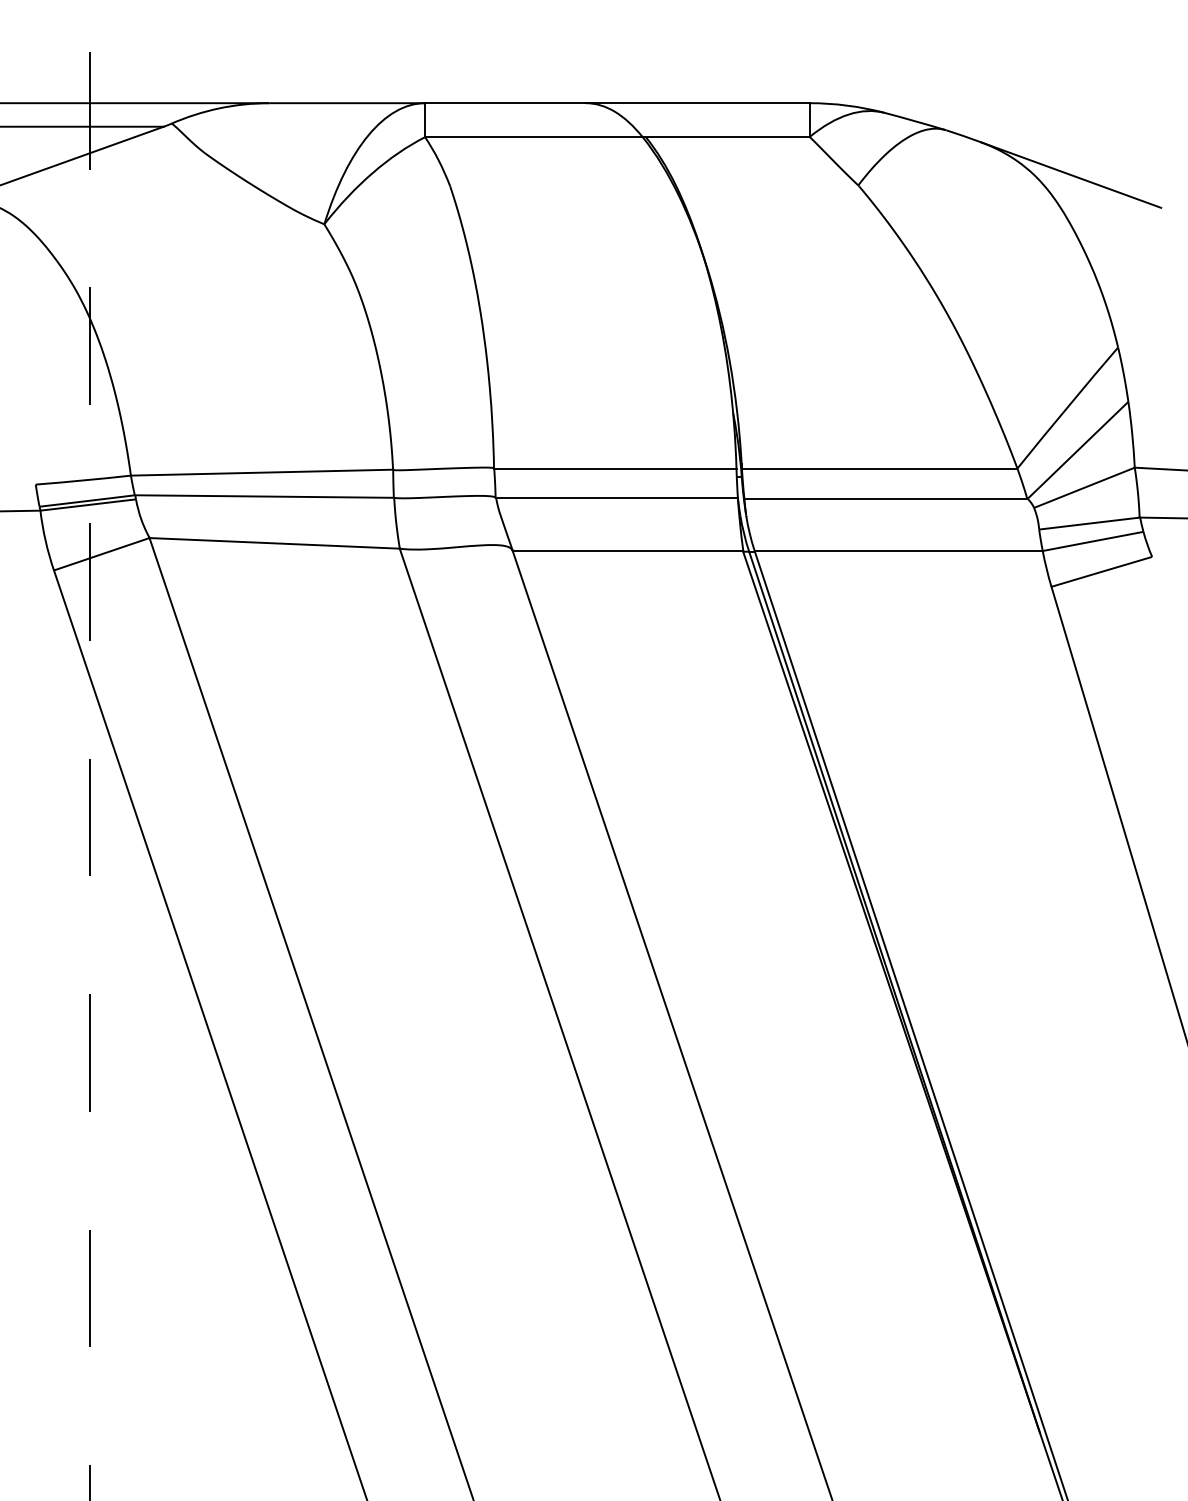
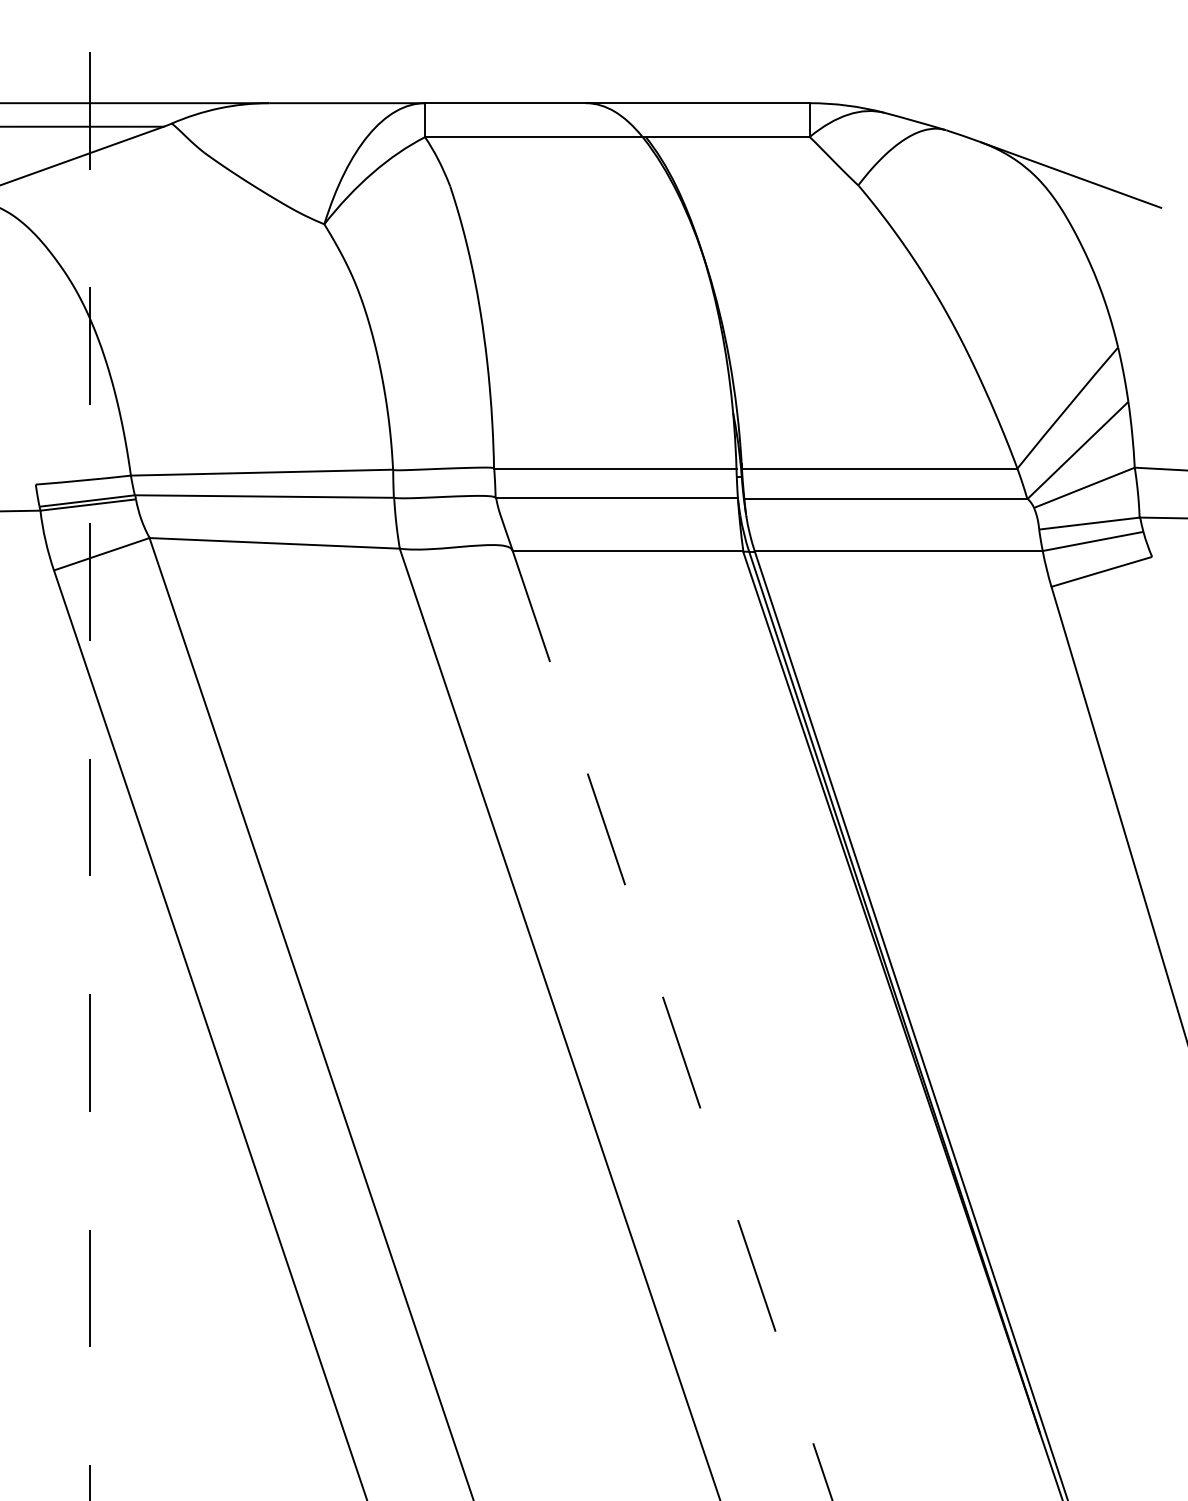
line at (672, 1025): solid -> dashed
